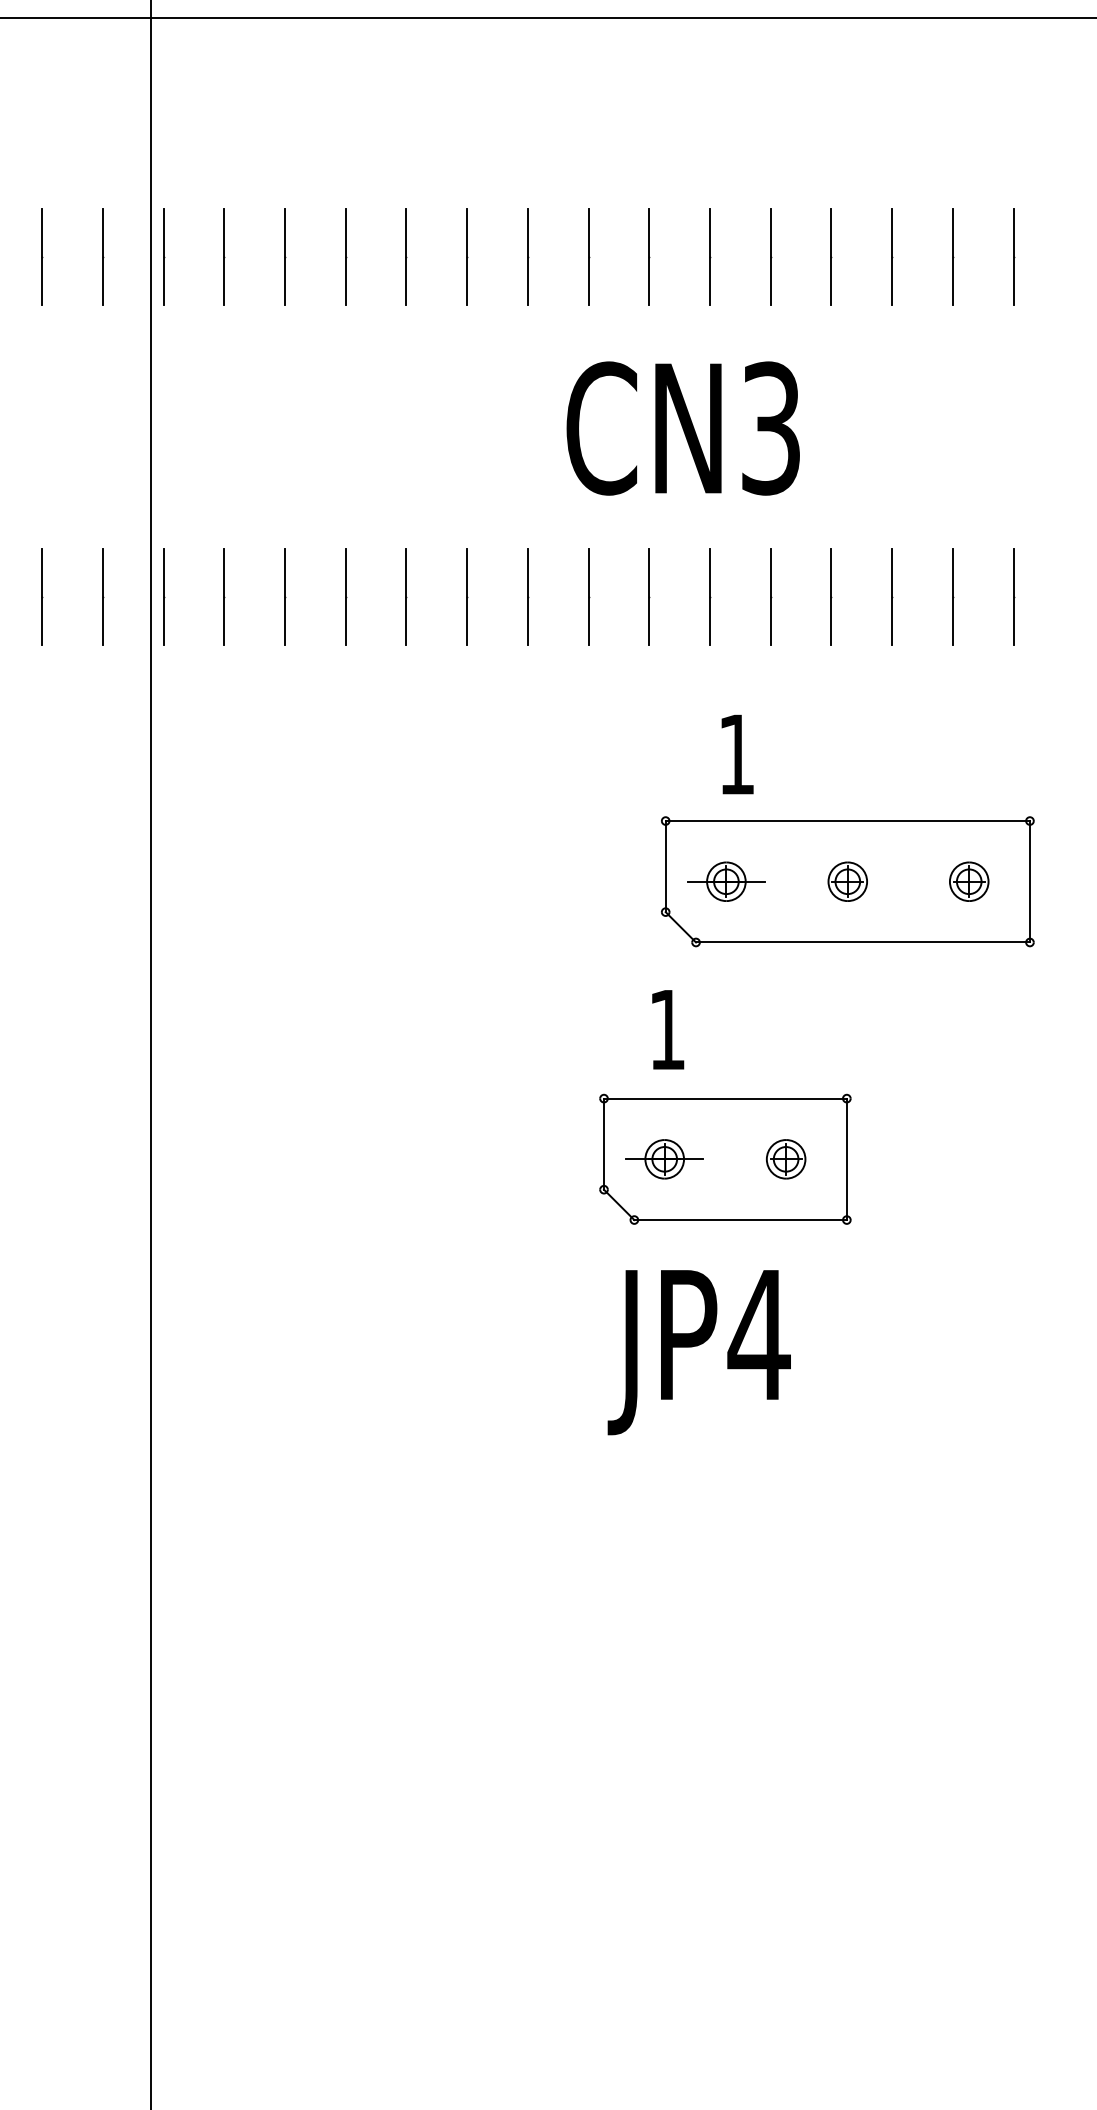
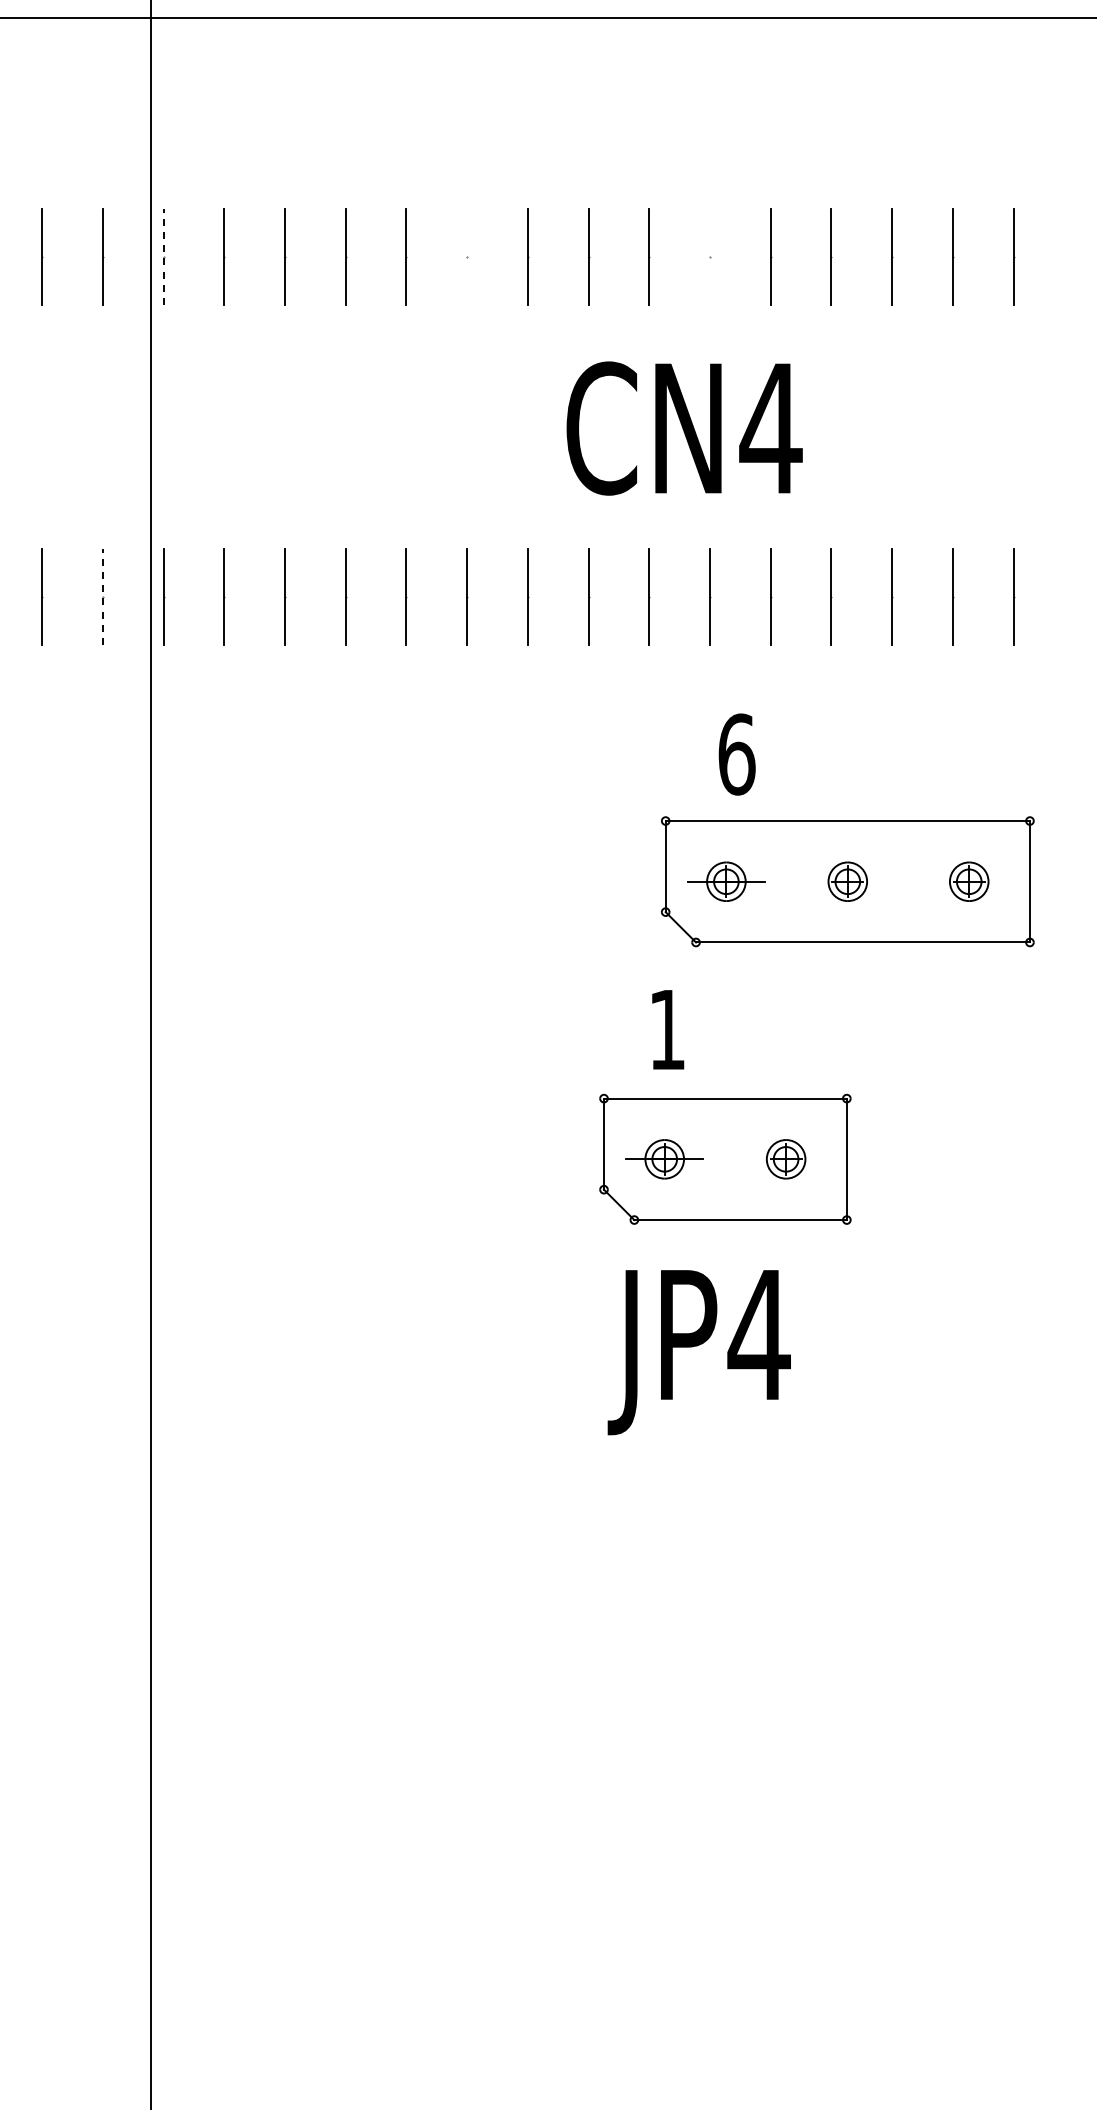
line at (163, 256): solid -> dashed
line at (467, 256): present -> none
line at (710, 256): present -> none
text at (770, 428): CN3 -> CN4
line at (102, 596): solid -> dashed
text at (736, 754): 1 -> 6
